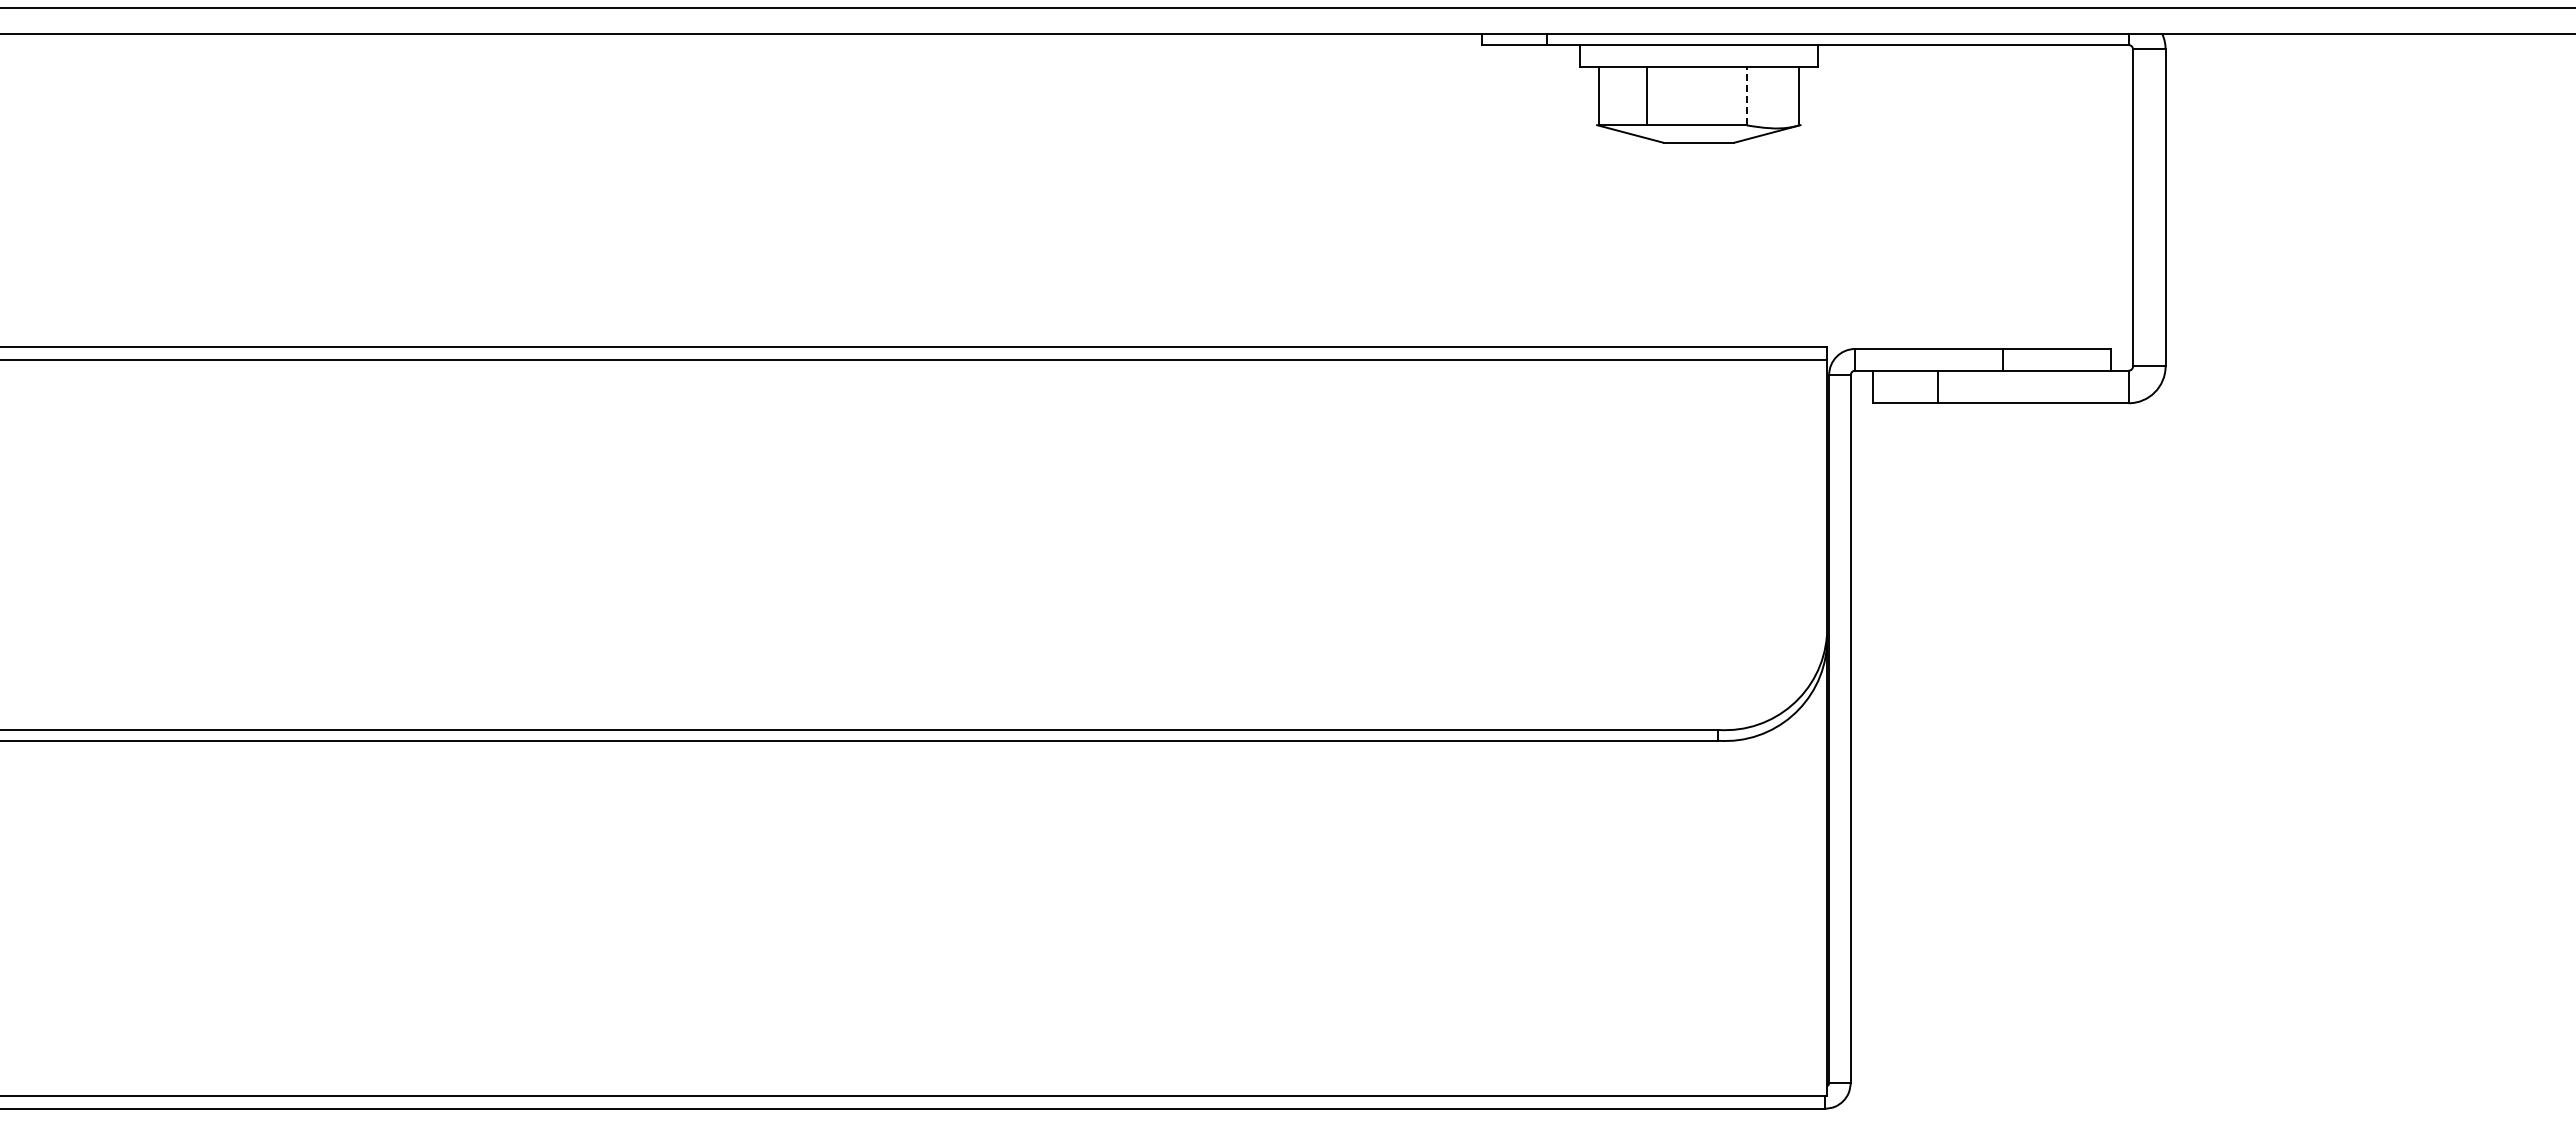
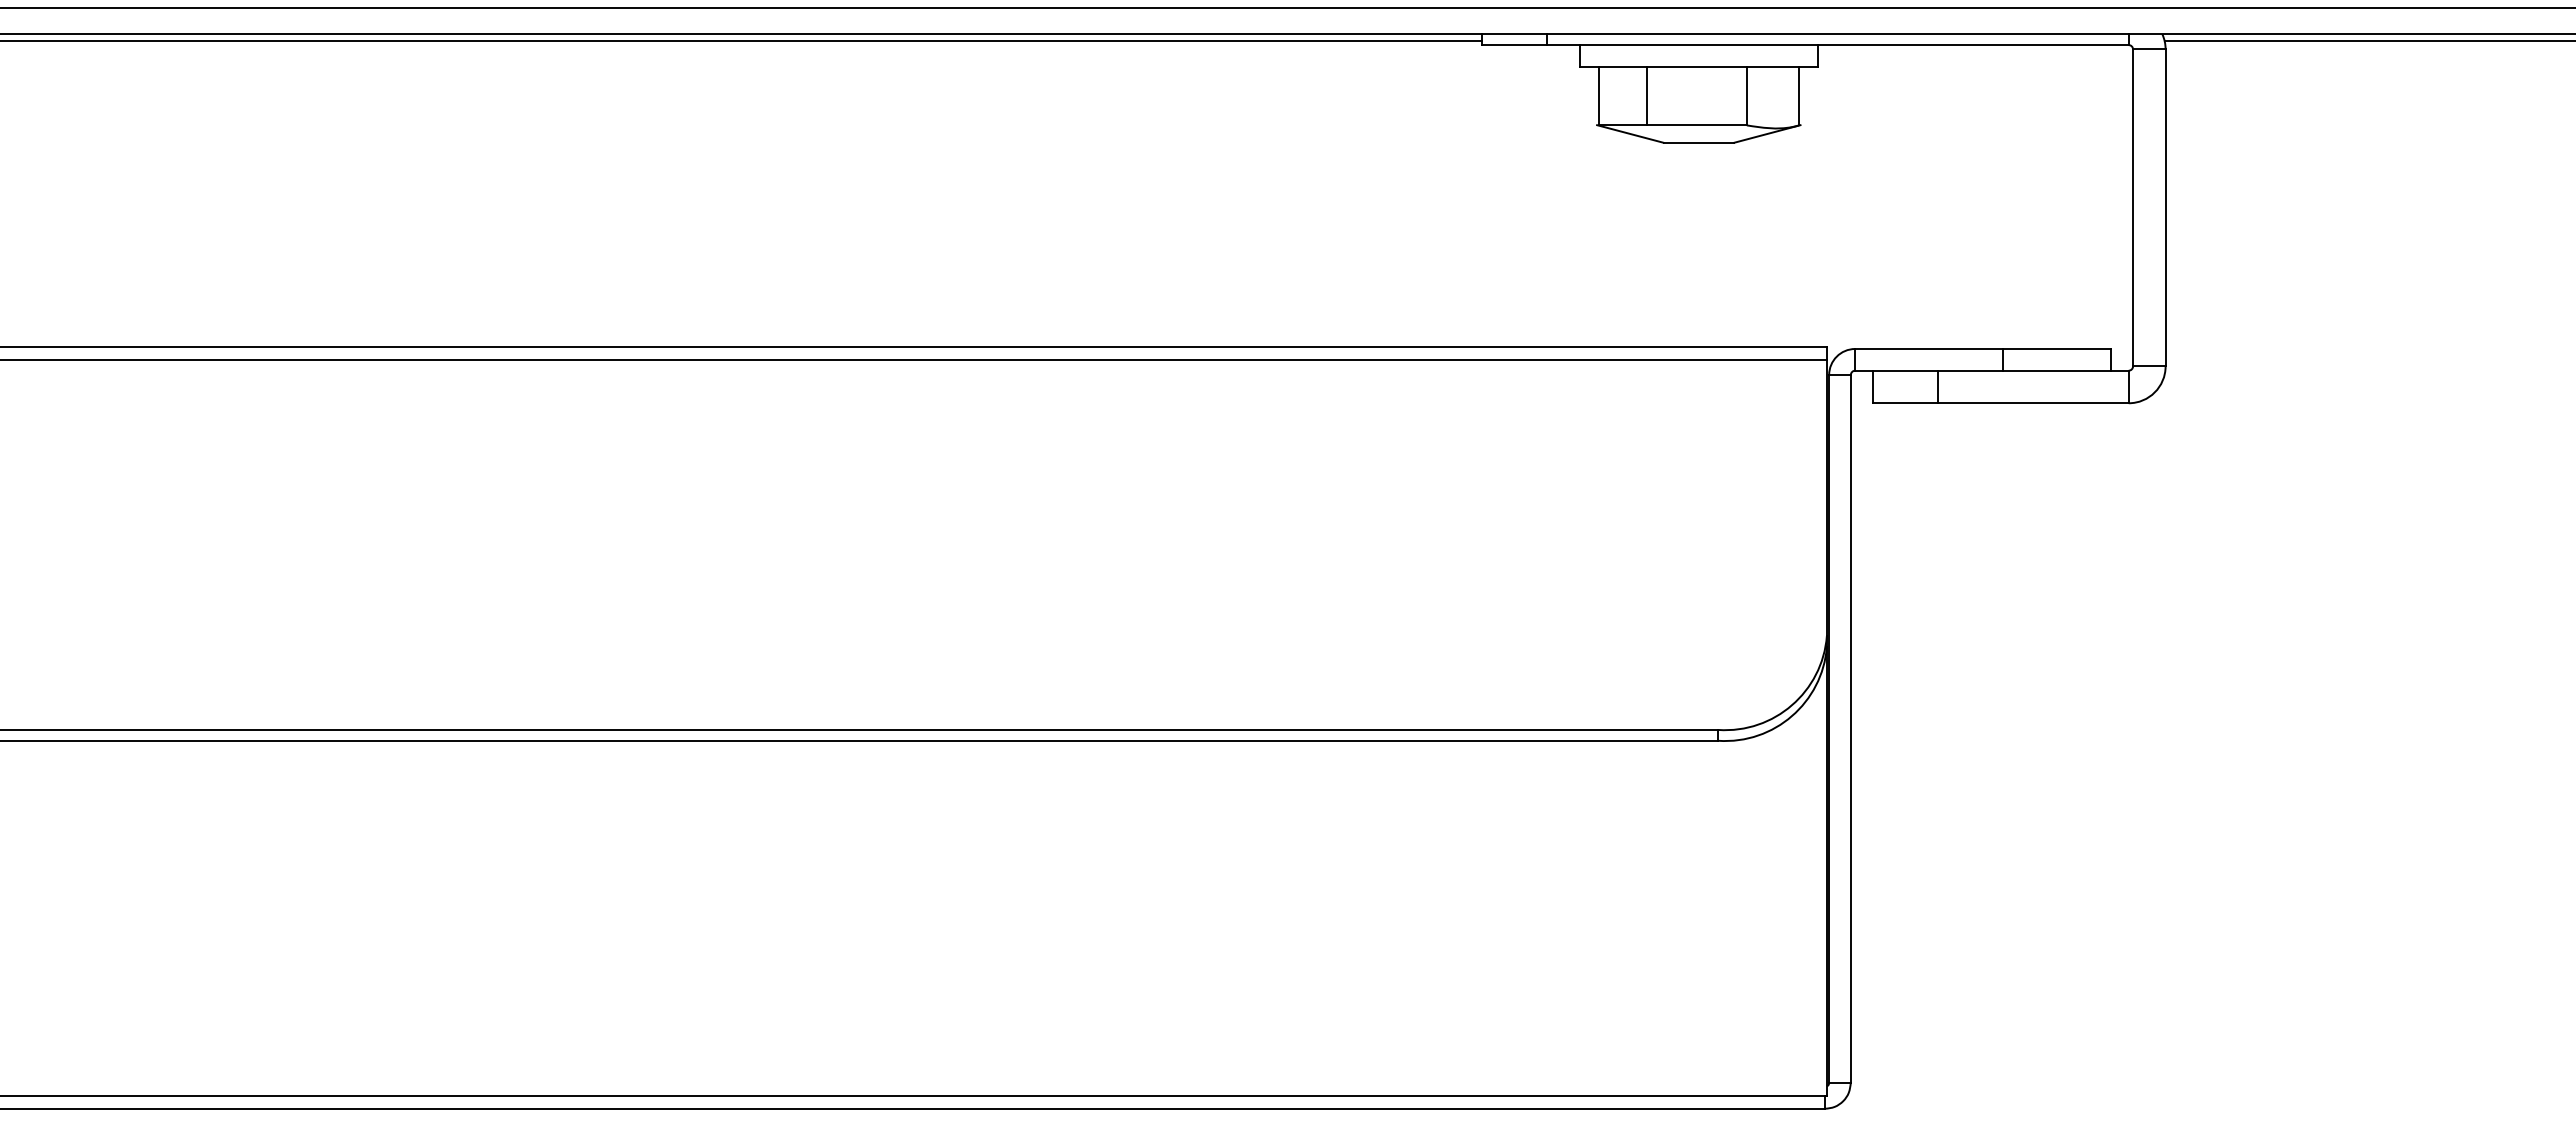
line at (741, 40): none -> present
line at (2368, 40): none -> present
line at (1746, 95): dashed -> solid
